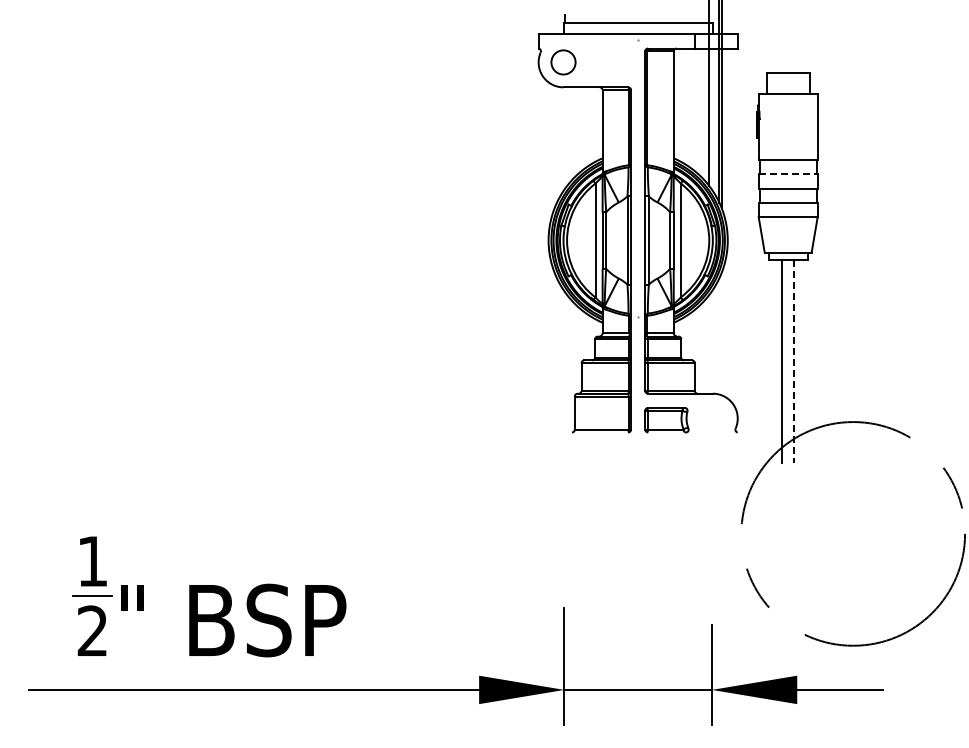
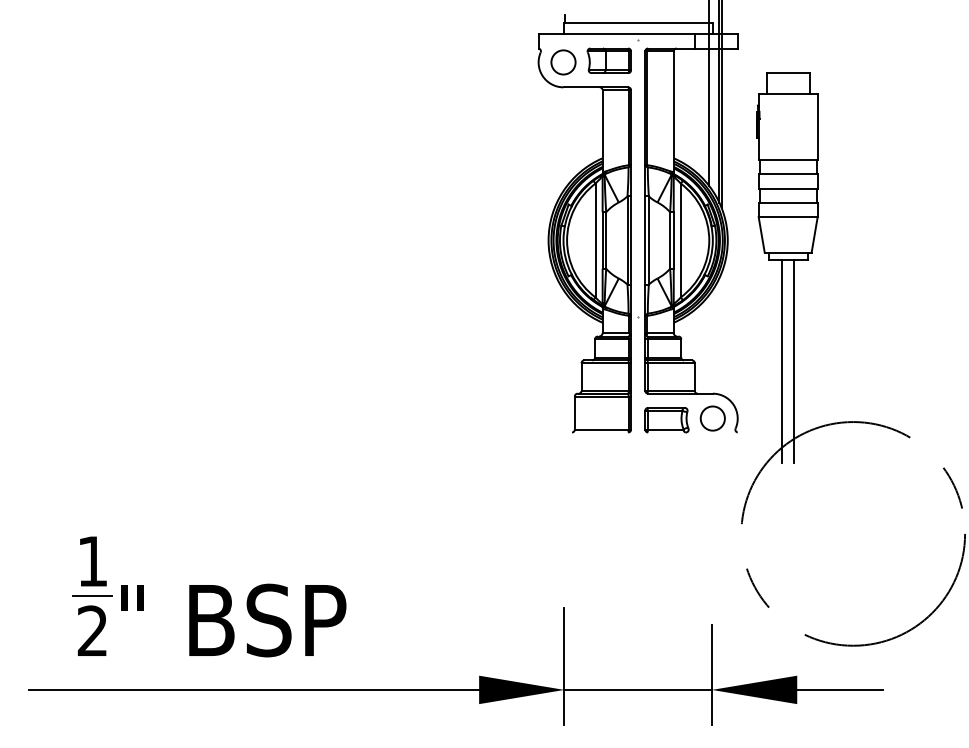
part at (608, 60): none -> present
line at (788, 174): dashed -> solid
line at (794, 361): dashed -> solid
circle at (712, 418): none -> present
